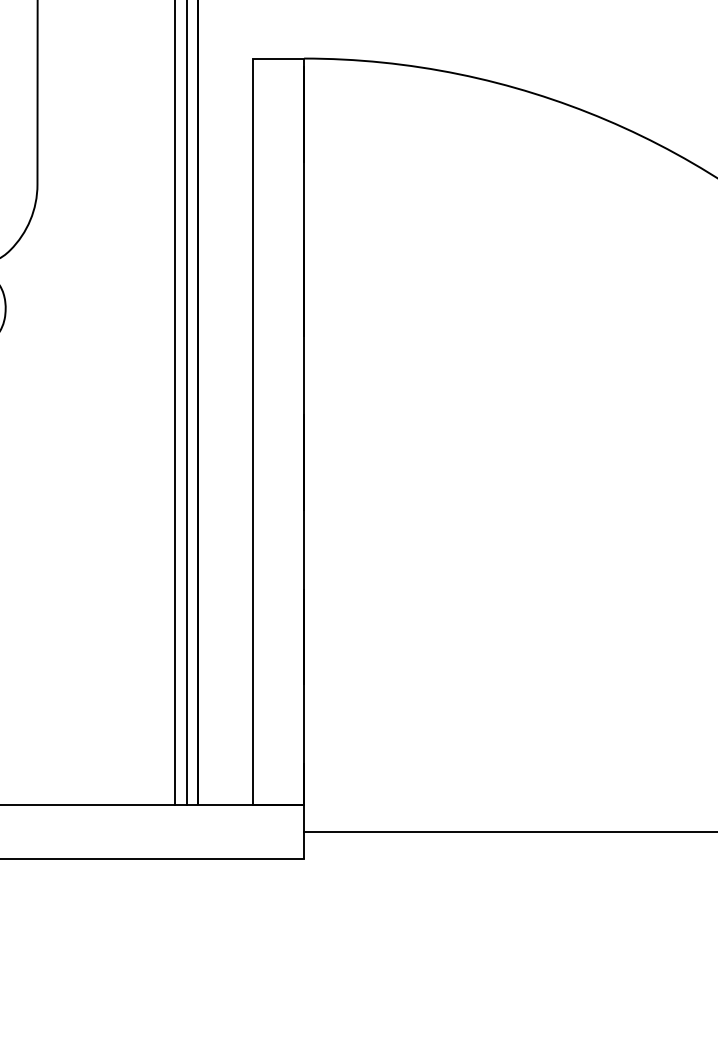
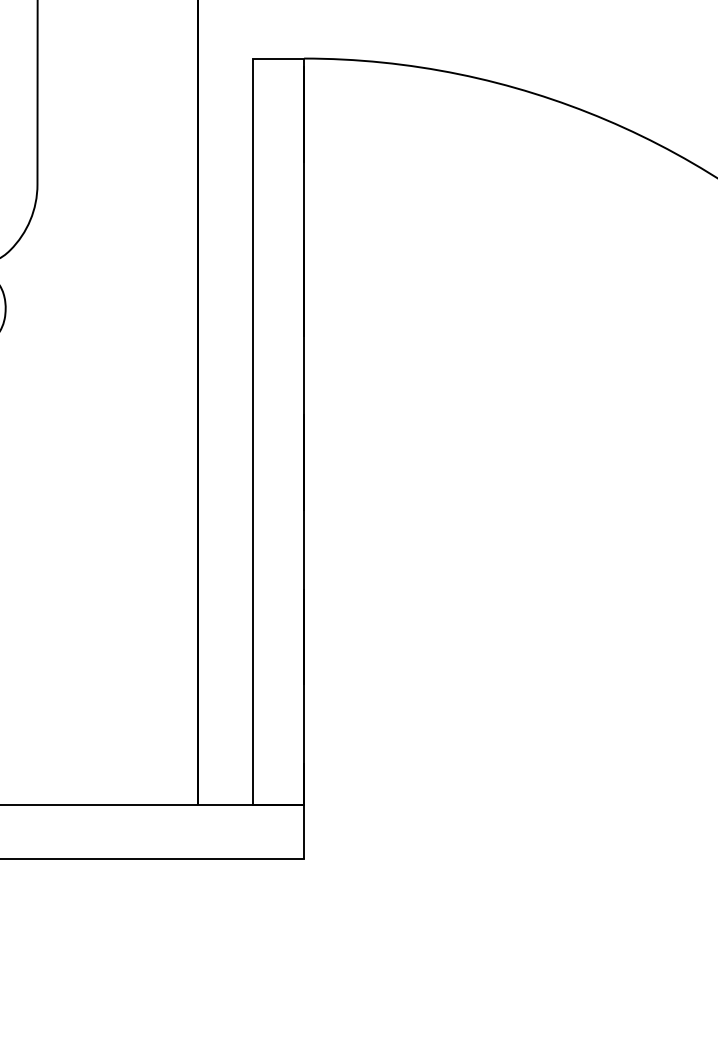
line at (175, 403): present -> none
line at (186, 403): present -> none
line at (509, 832): present -> none
